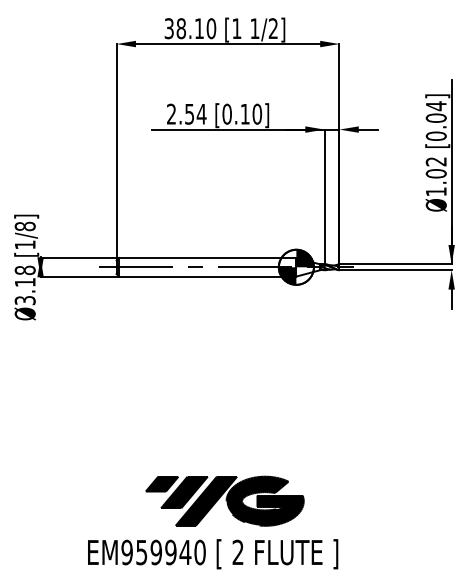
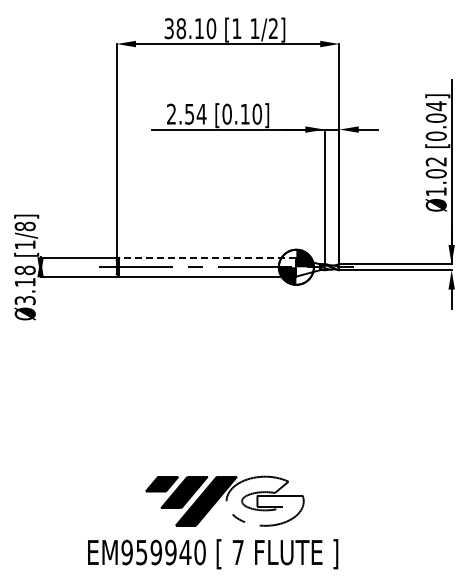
line at (207, 258): solid -> dashed
fill at (264, 500): present -> none
text at (237, 551): 2 -> 7
